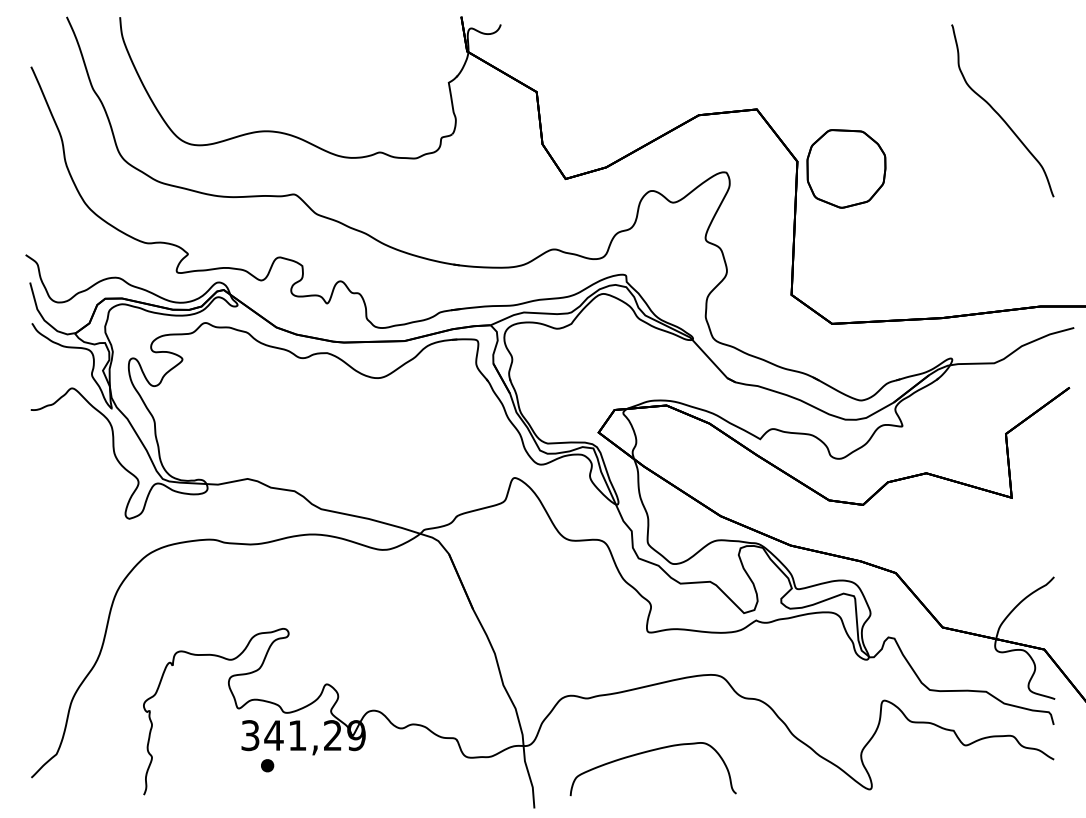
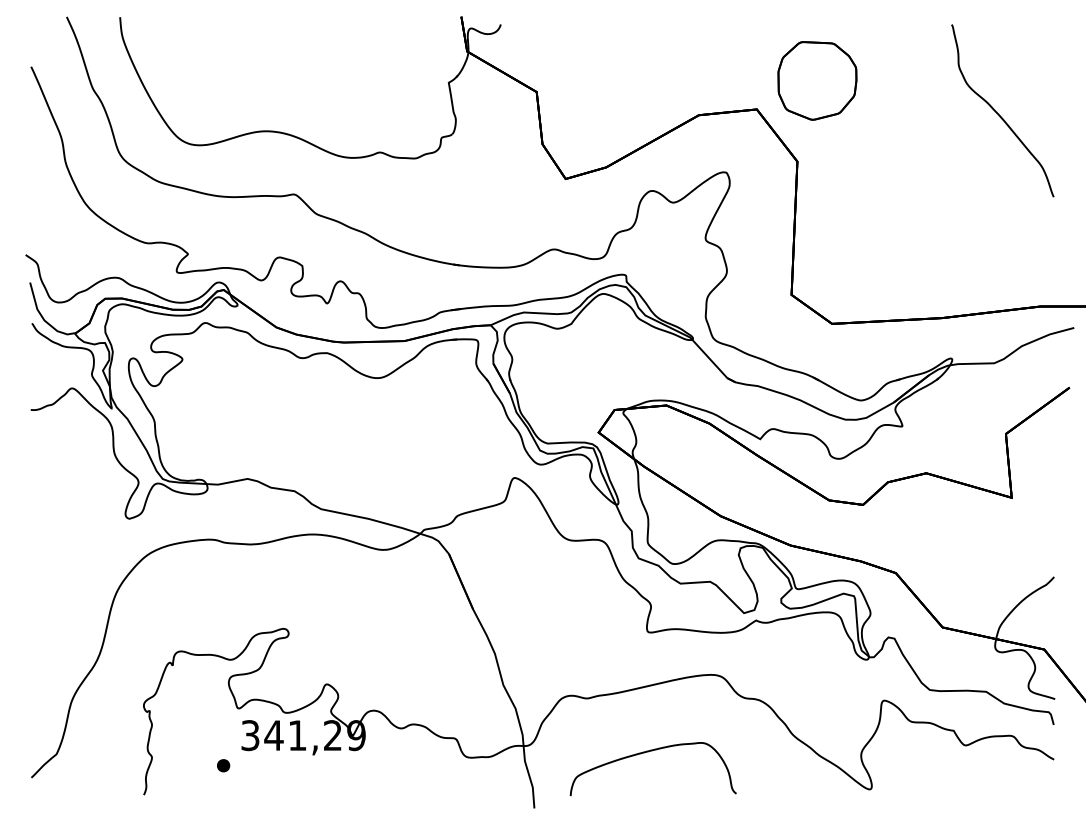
part at (846, 168) position: (846, 168) -> (817, 80)
part at (267, 765) position: (267, 765) -> (223, 765)
